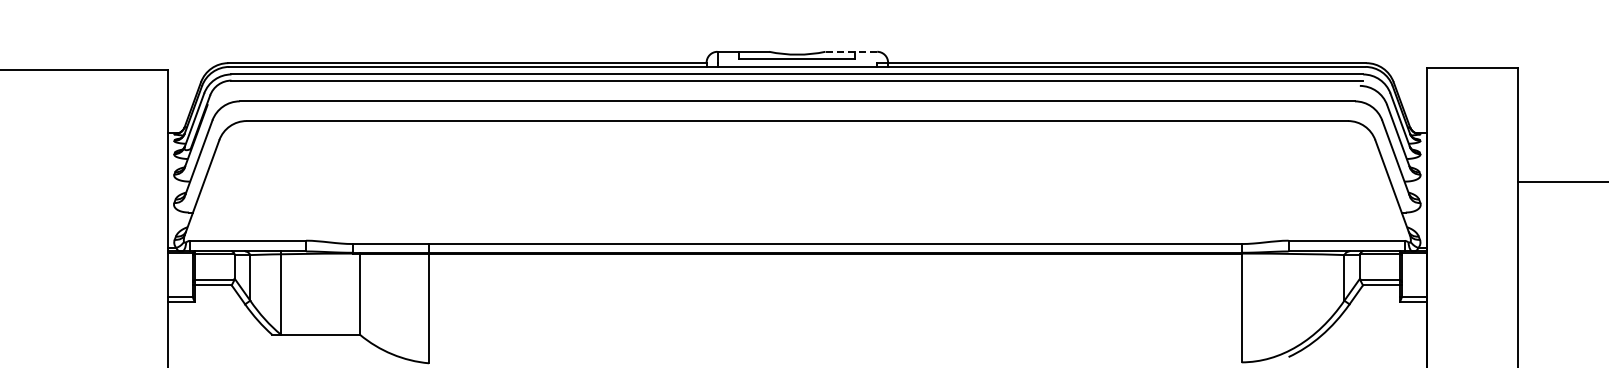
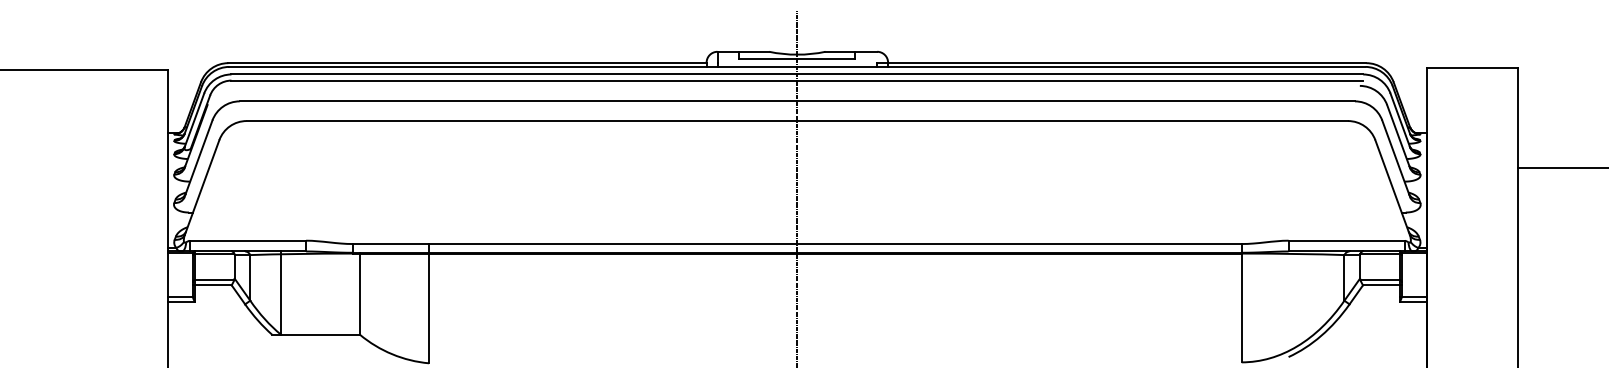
line at (851, 51): dashed -> solid
line at (1561, 181) position: (1561, 181) -> (1561, 167)
line at (797, 187): none -> present
